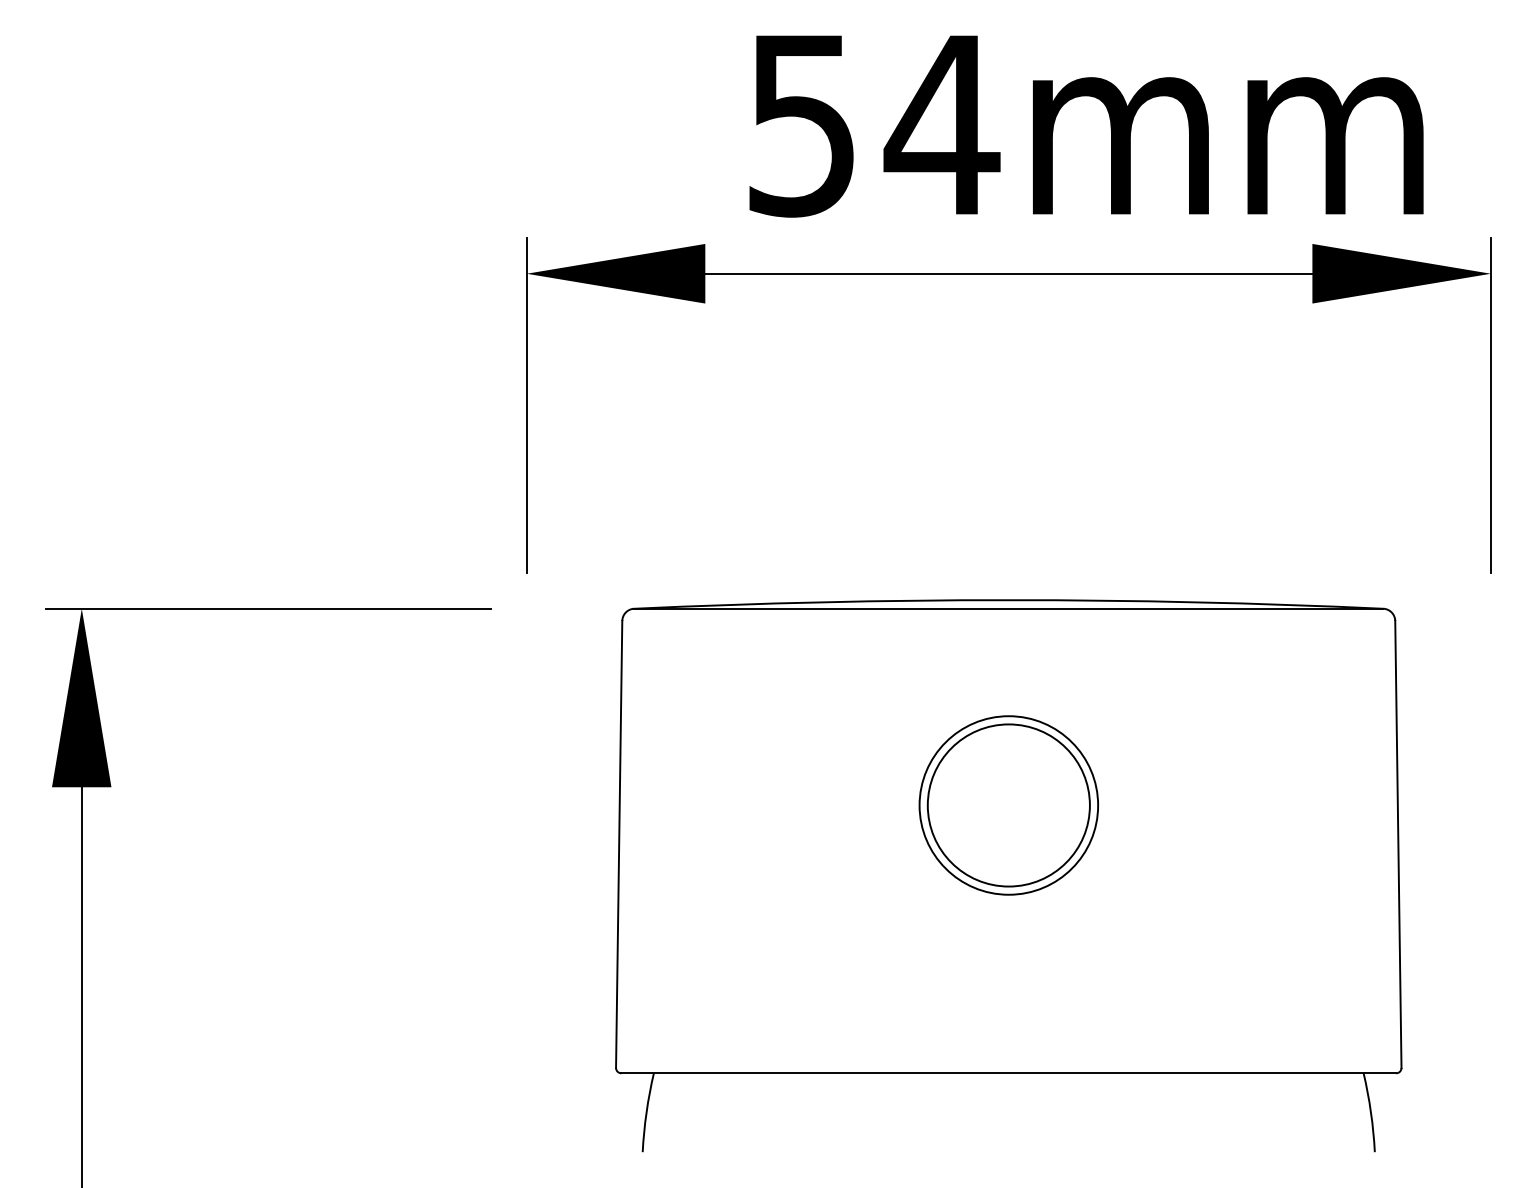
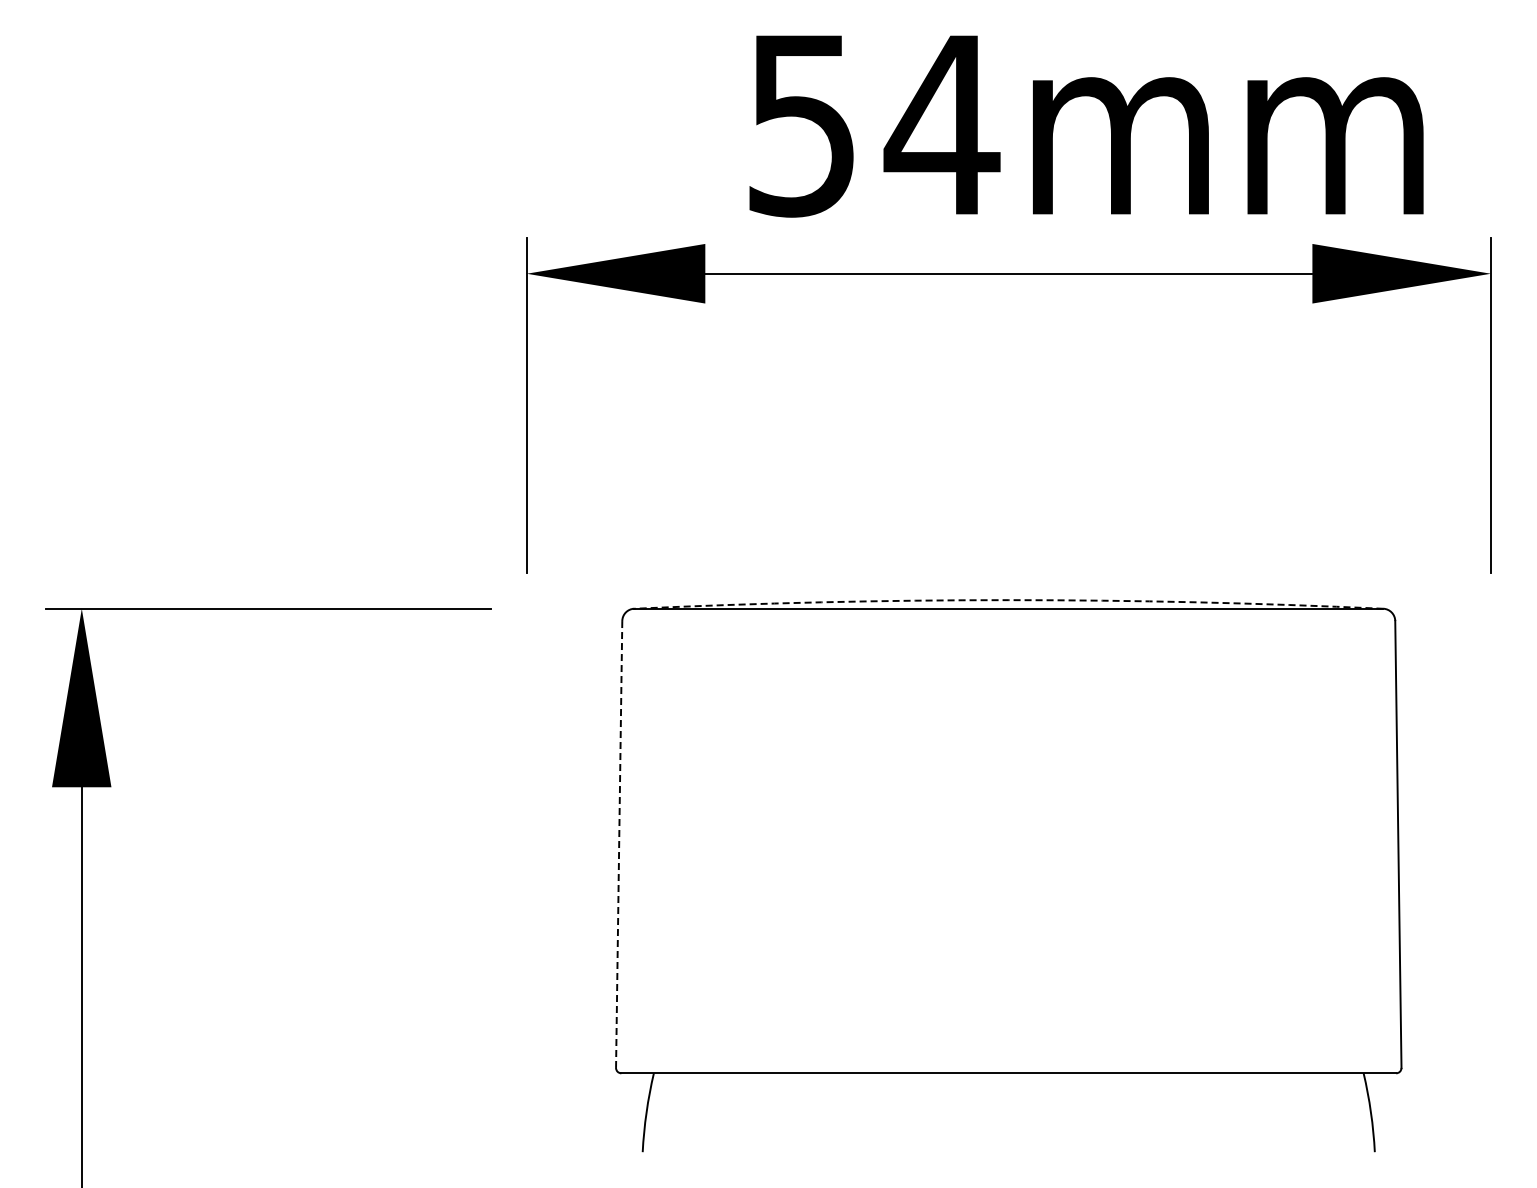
arc at (1008, 600): solid -> dashed
part at (1008, 805): present -> none
line at (619, 845): solid -> dashed
